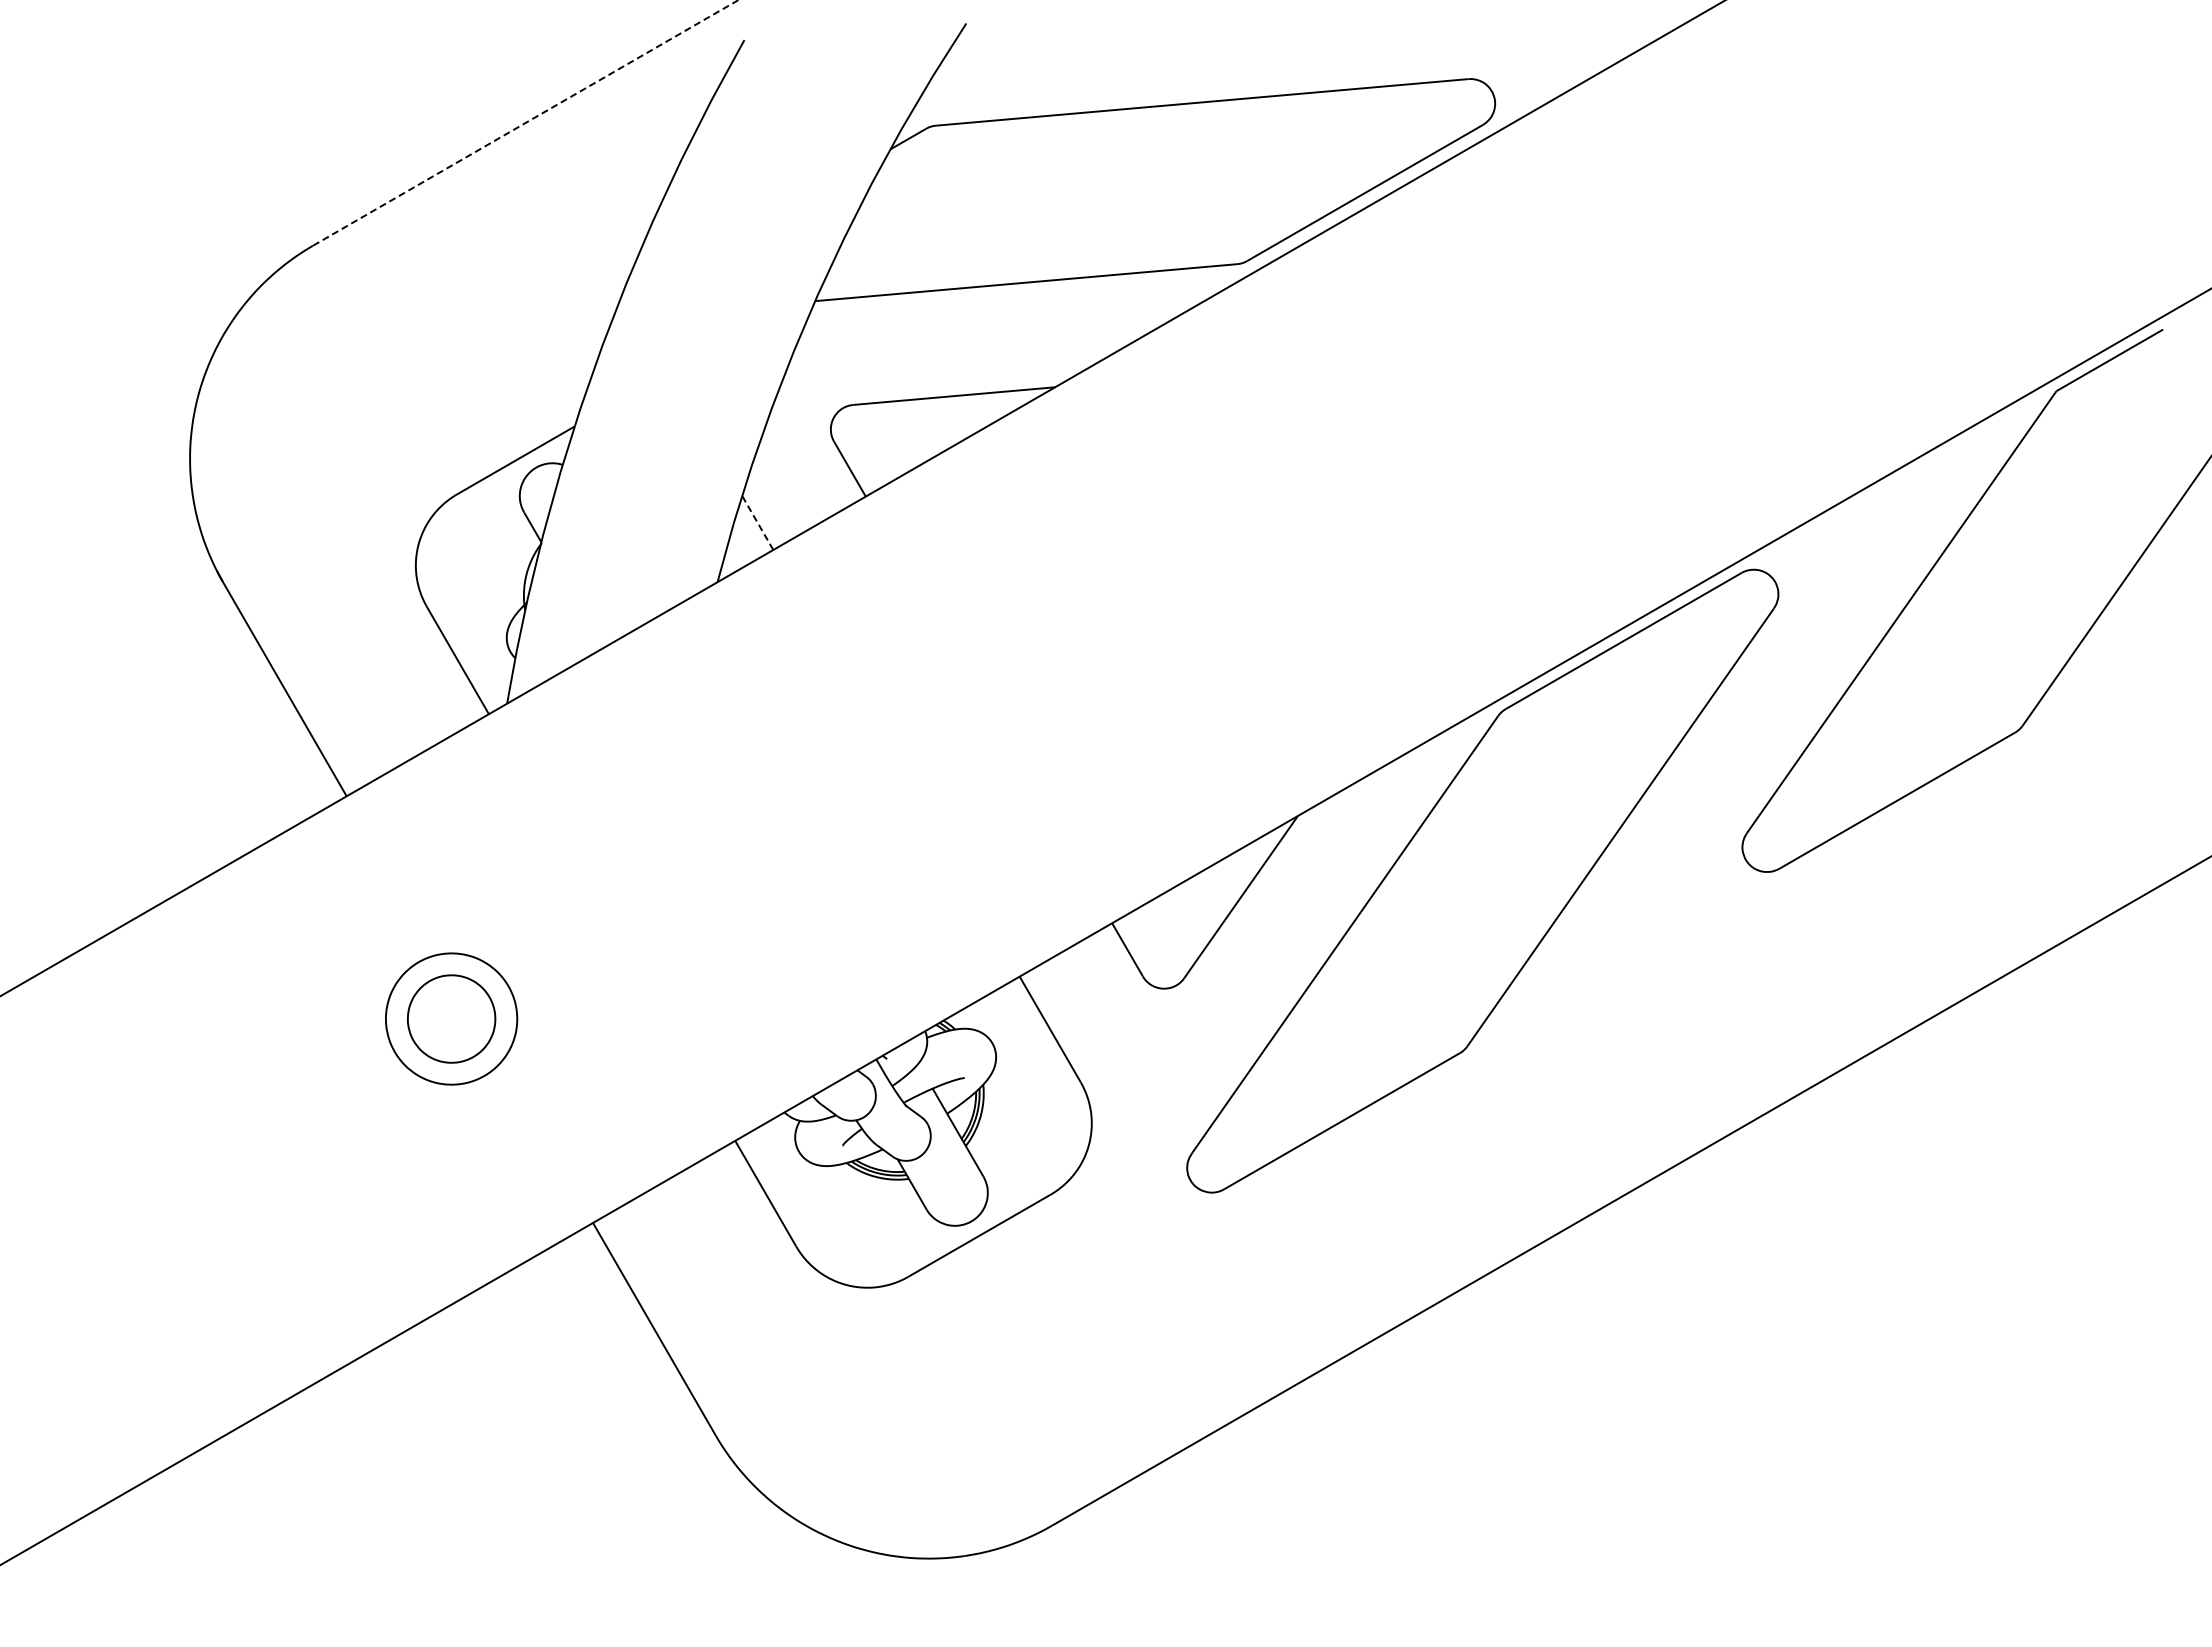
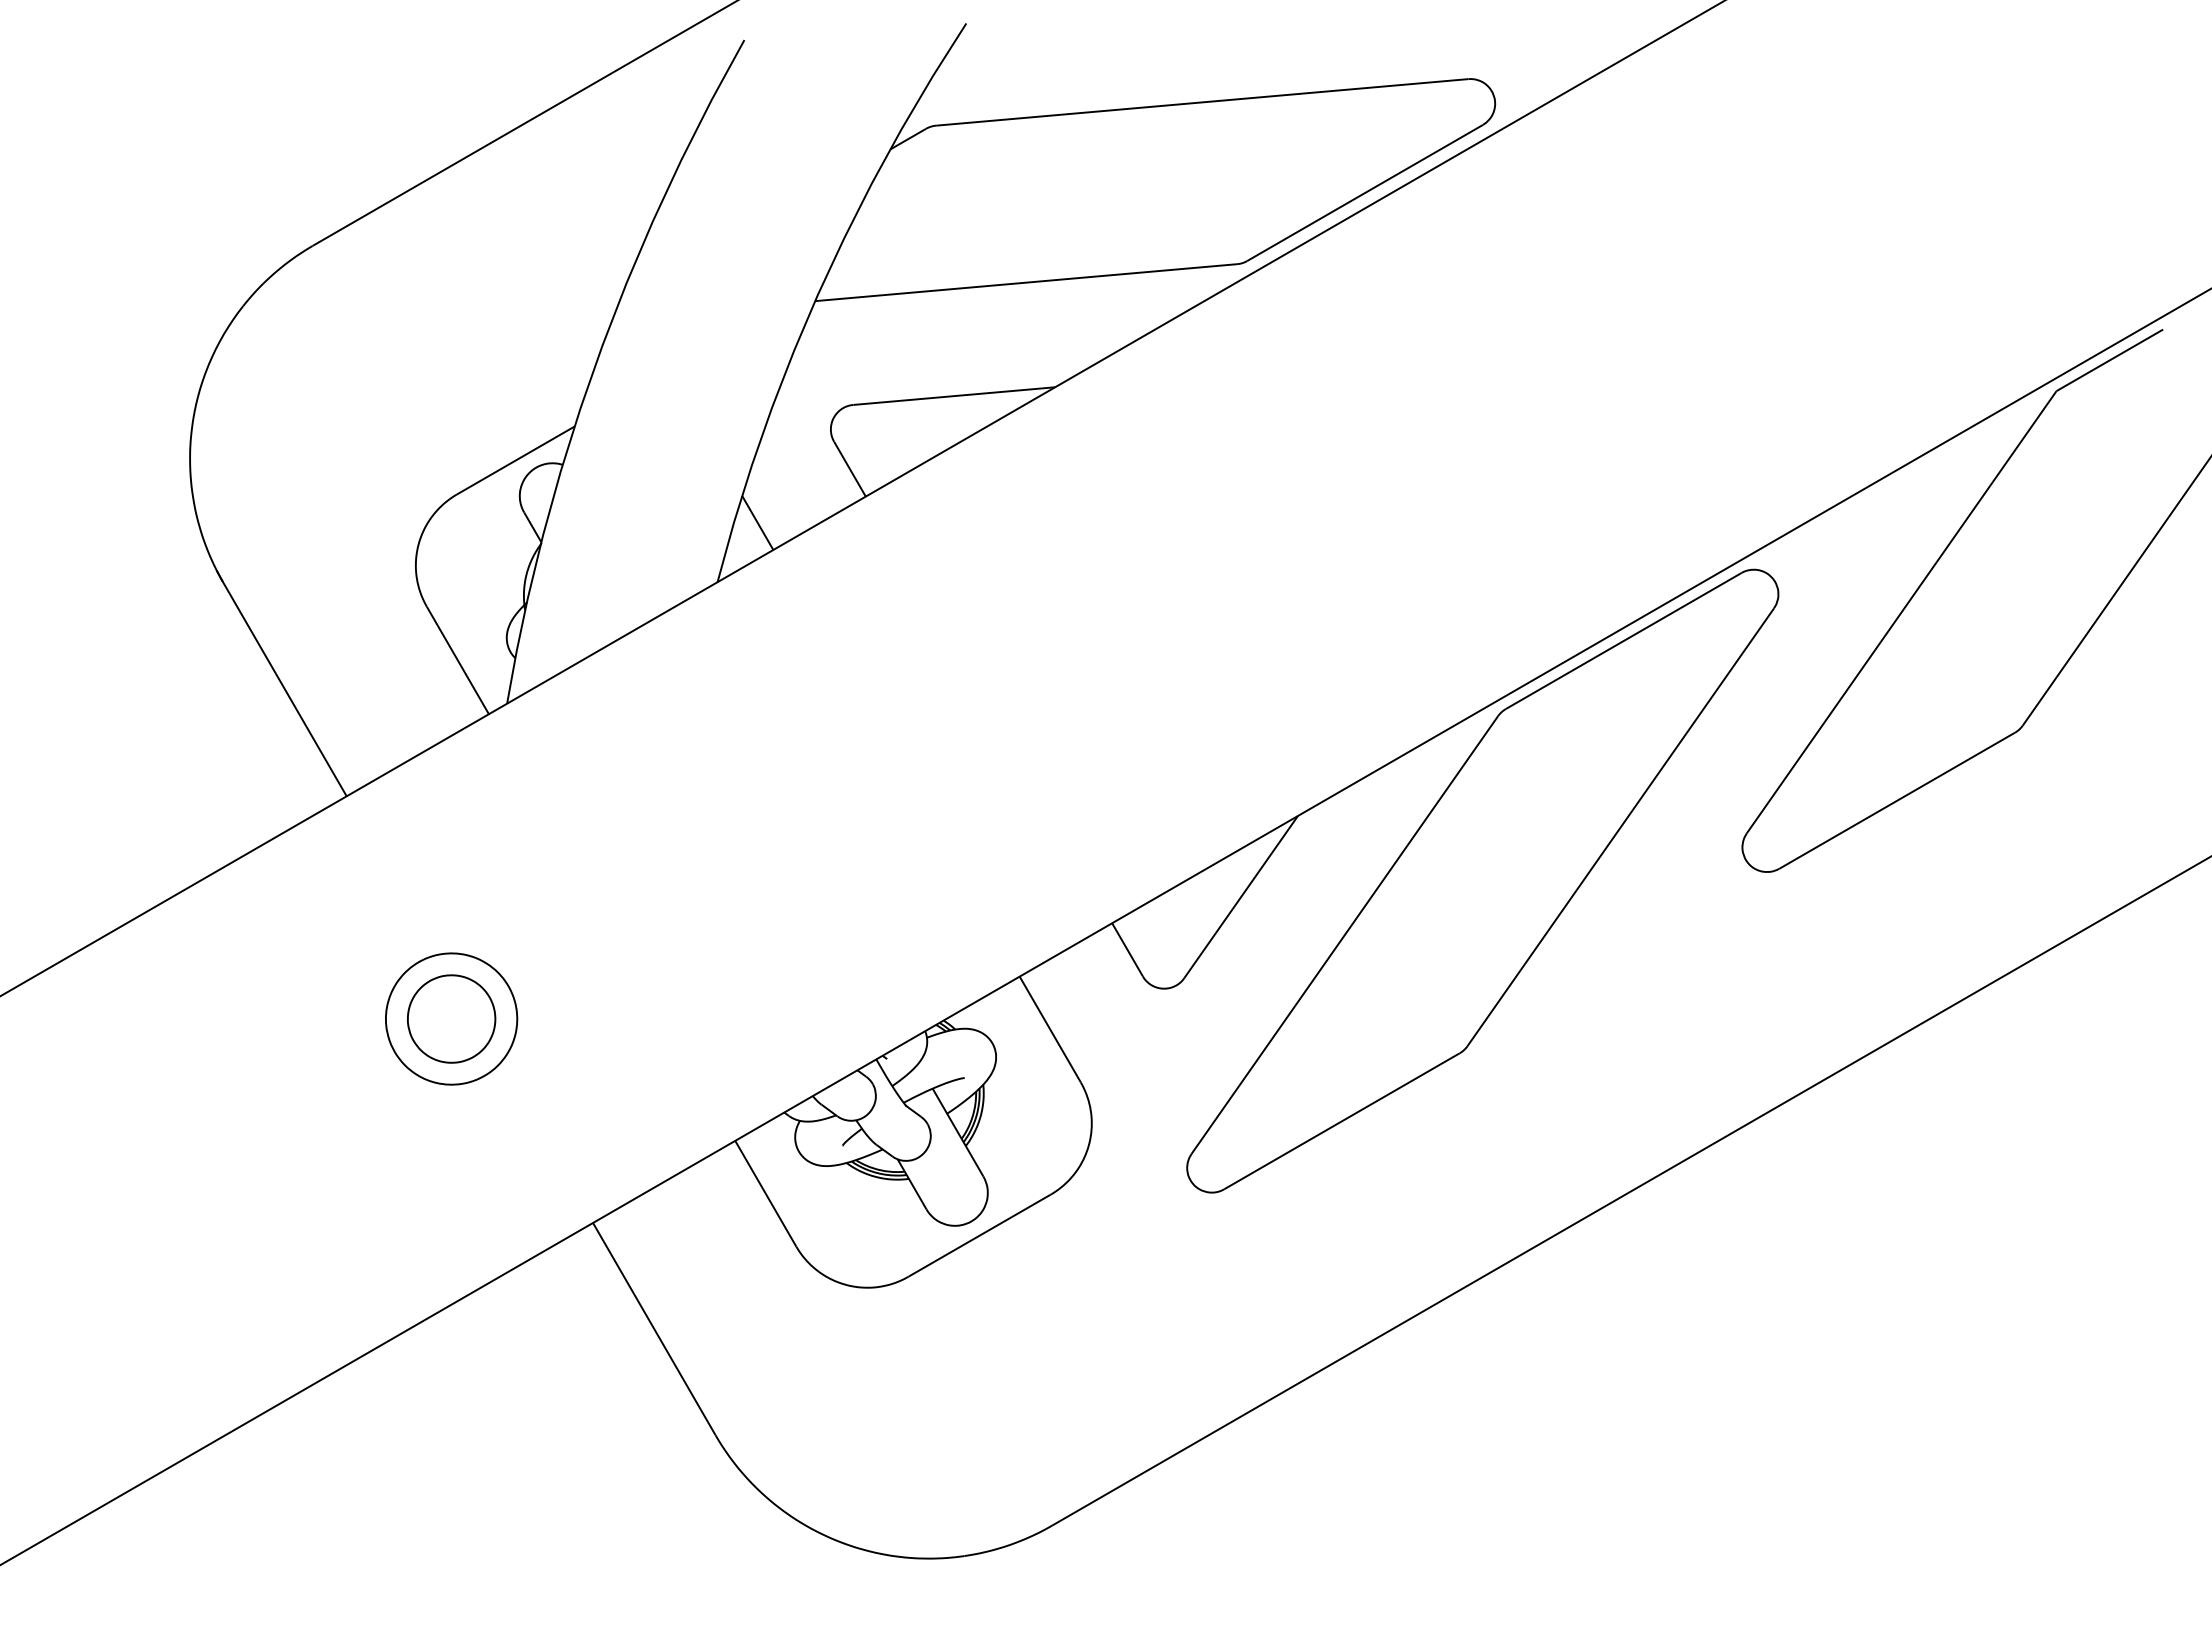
line at (525, 122): dashed -> solid
line at (757, 522): dashed -> solid
